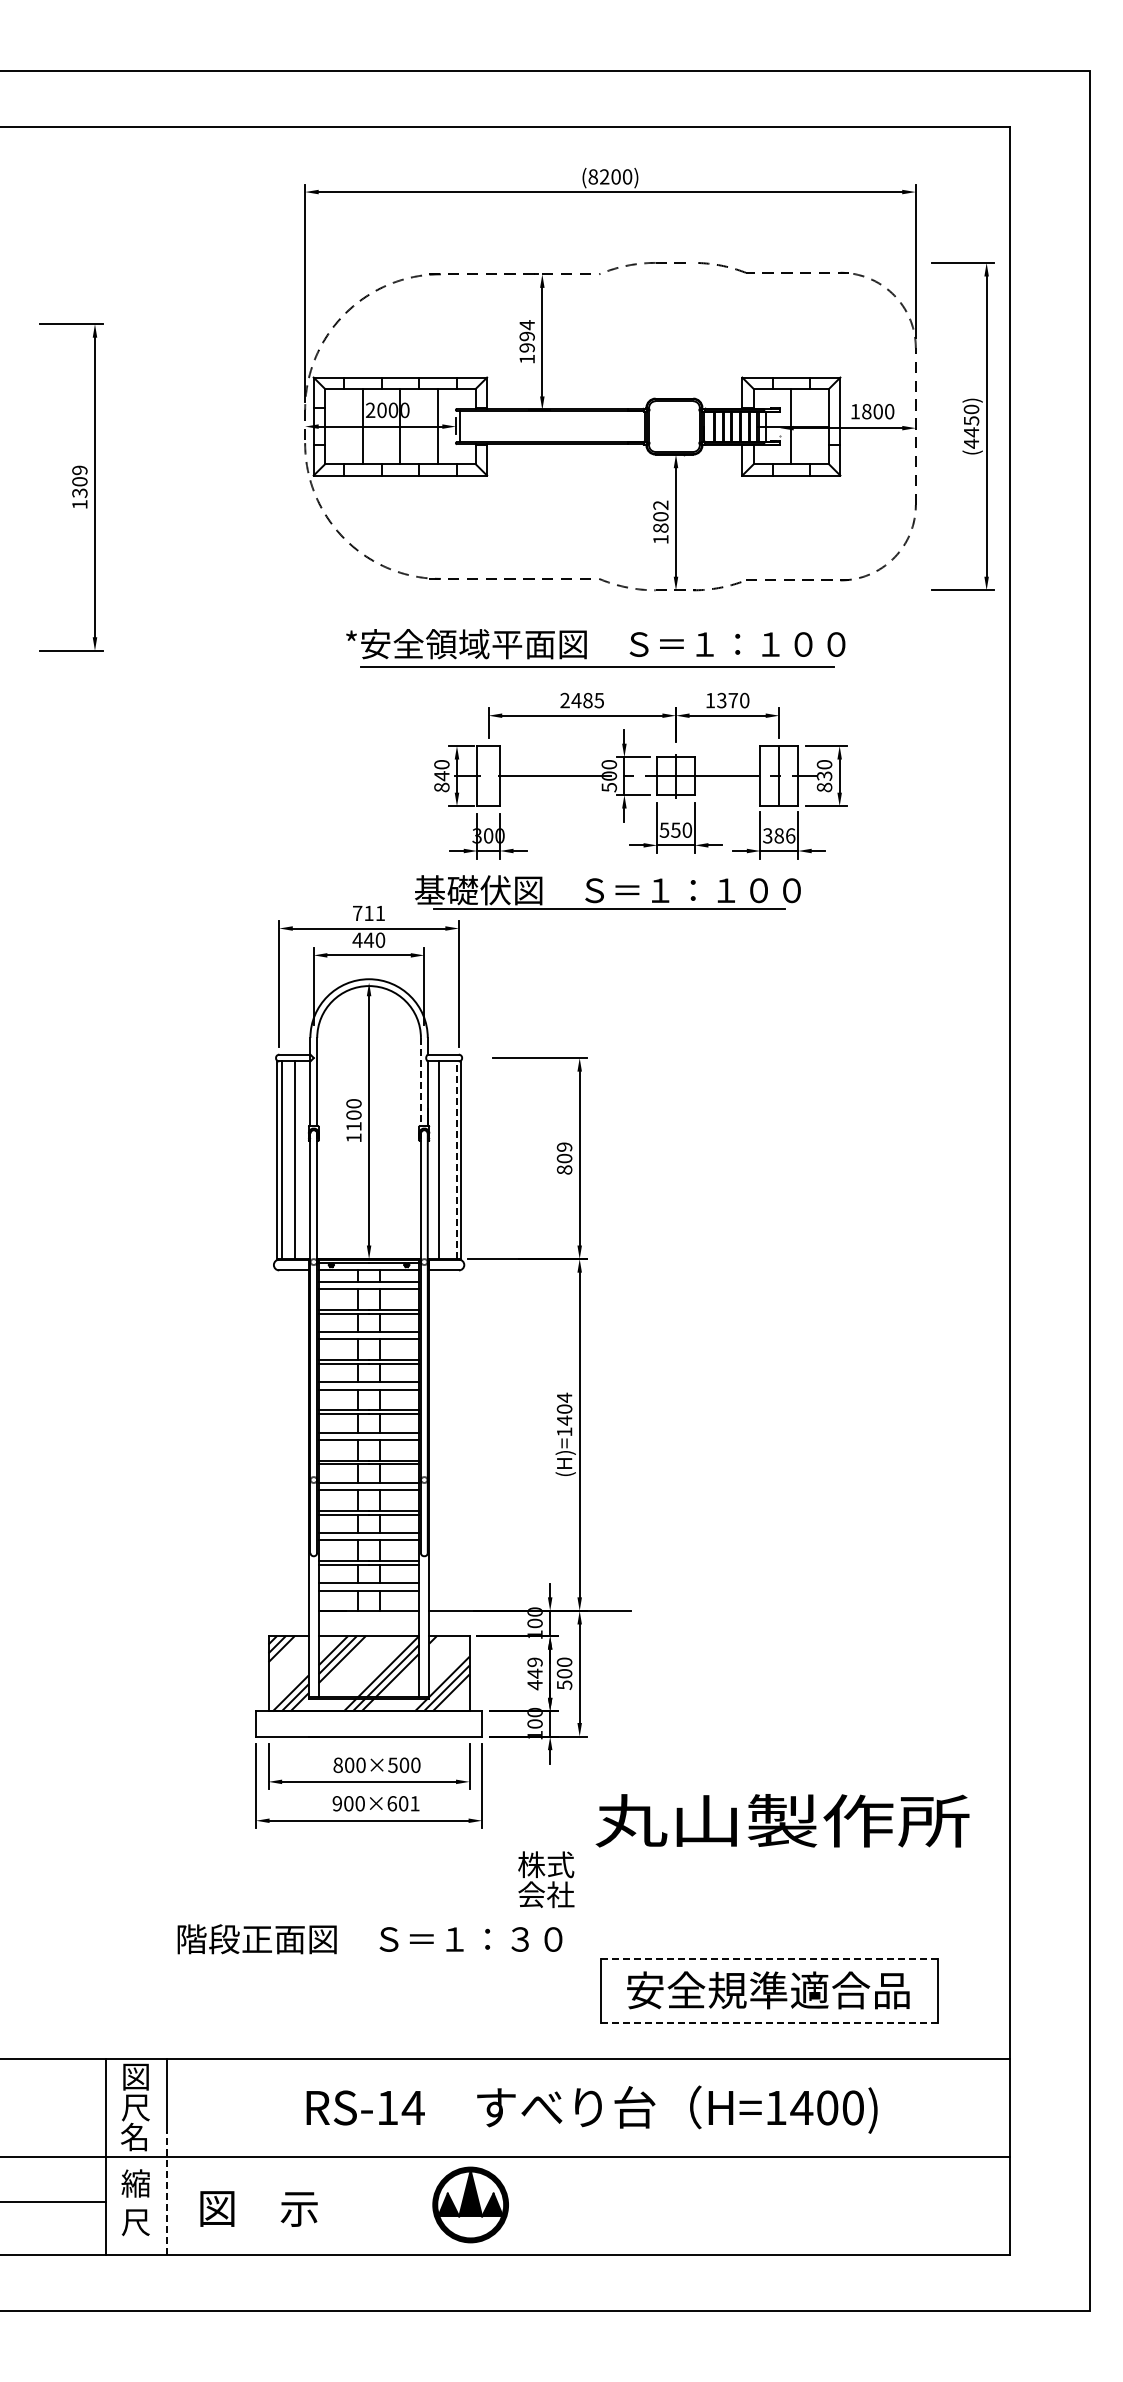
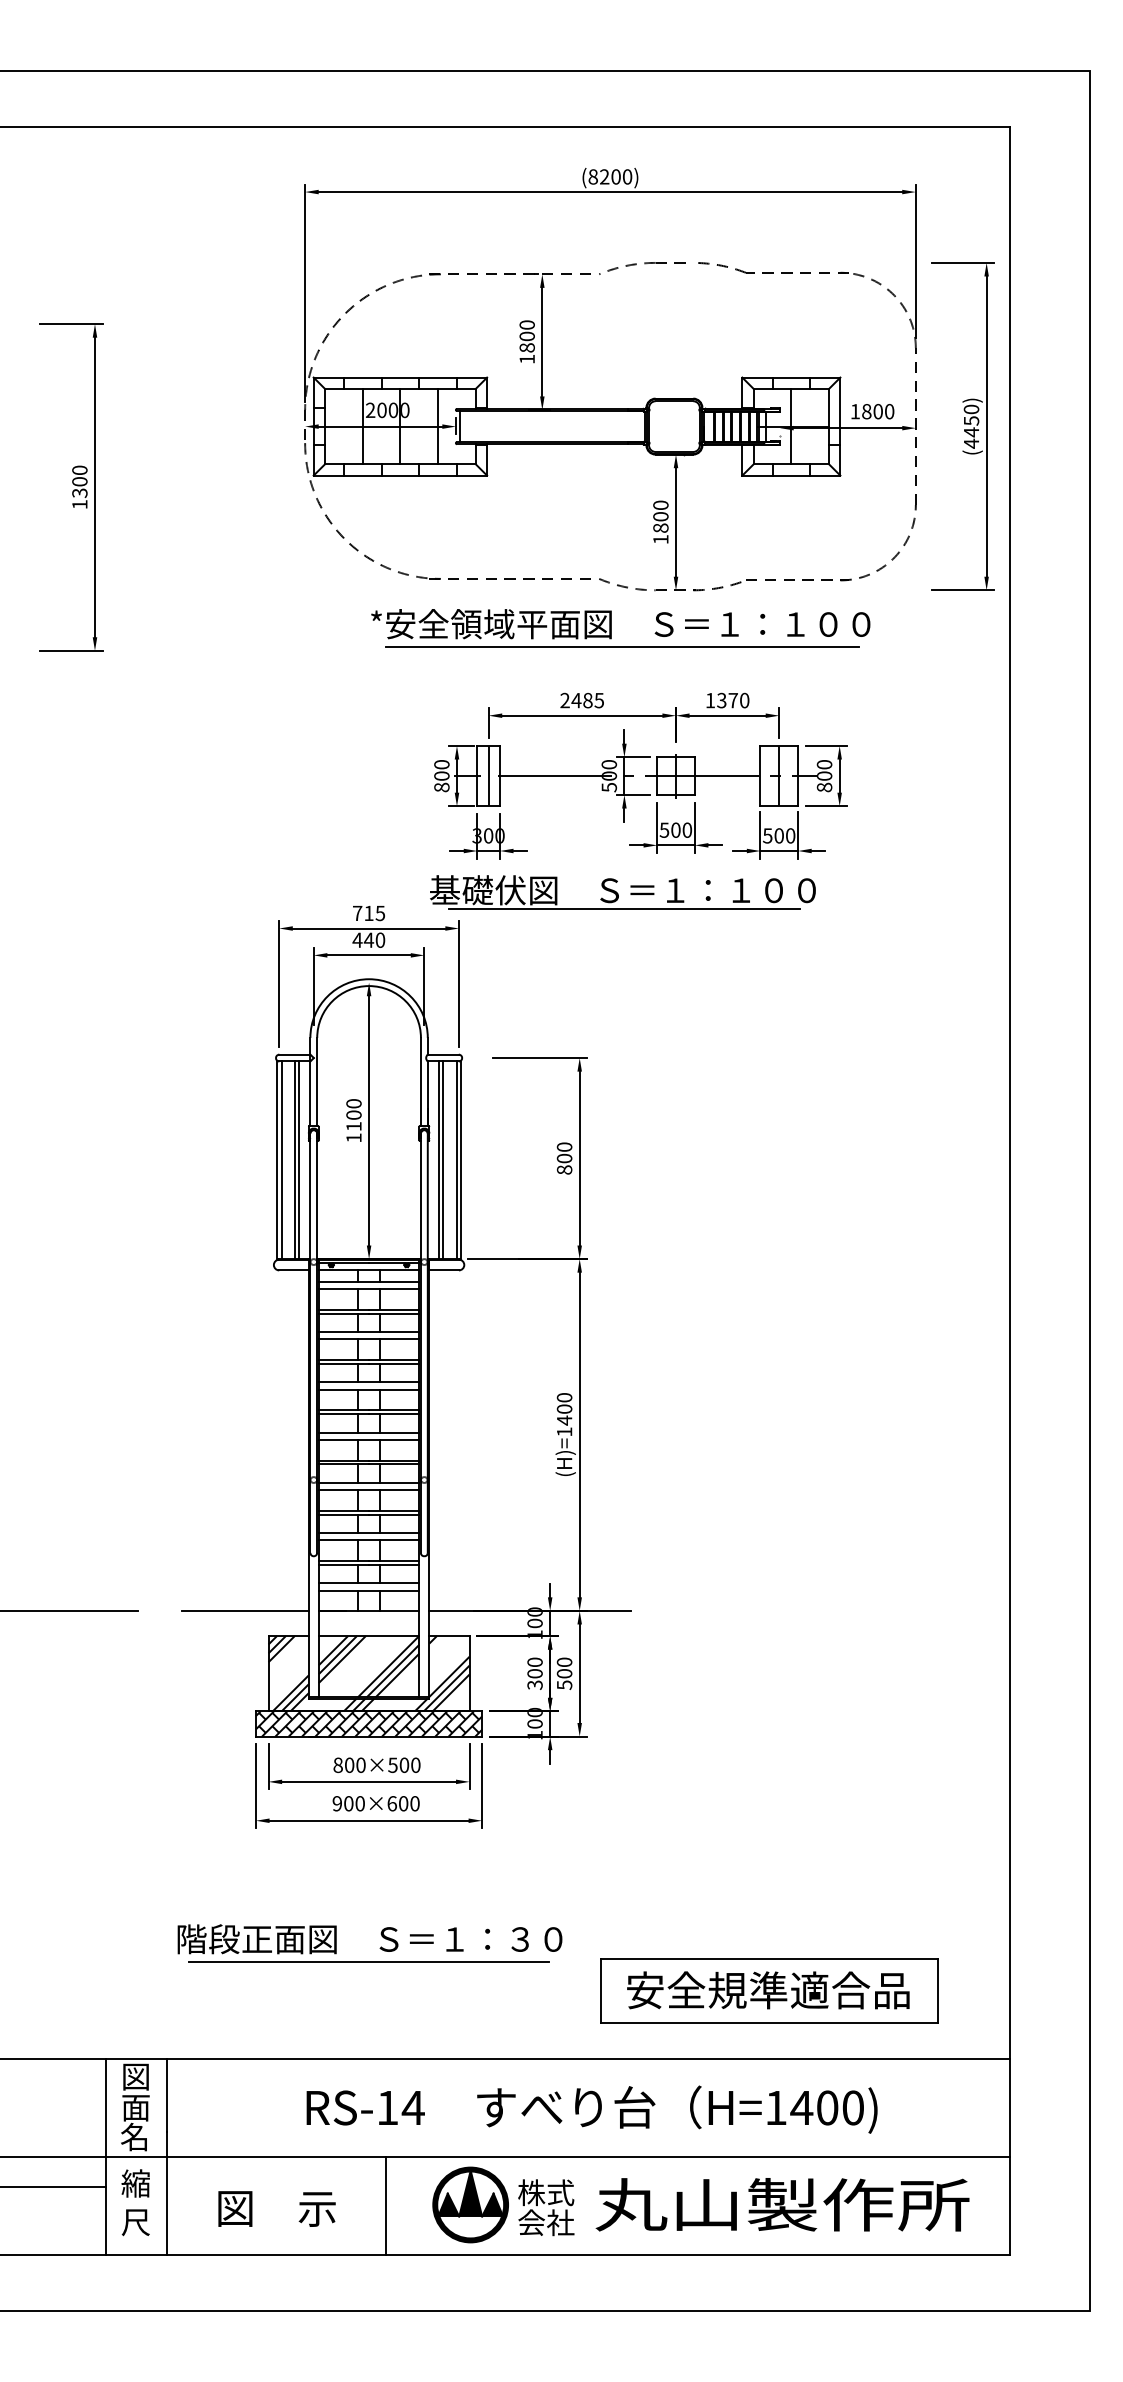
text at (526, 336): 1994 -> 1800
text at (79, 470): 1309 -> 1300
text at (660, 504): 1802 -> 1800
part at (586, 648) position: (586, 648) -> (611, 628)
line at (488, 775): none -> present
text at (824, 775): 830 -> 800
text at (441, 776): 840 -> 800
text at (675, 829): 550 -> 500
text at (779, 835): 386 -> 500
part at (607, 892) position: (607, 892) -> (622, 892)
text at (380, 913): 711 -> 715
line at (420, 1082): dashed -> solid
text at (564, 1146): 809 -> 800
line at (299, 1160): none -> present
line at (443, 1160): none -> present
line at (456, 1160): dashed -> solid
text at (564, 1397): (H)=1404 -> (H)=1400
line at (70, 1610): none -> present
line at (244, 1610): none -> present
text at (534, 1673): 449 -> 300
hatch at (369, 1723): none -> present
text at (414, 1803): 900×601 -> 900×600
text at (782, 1820) position: (782, 1820) -> (782, 2204)
text at (546, 1879) position: (546, 1879) -> (546, 2207)
line at (769, 1959): dashed -> solid
line at (369, 1961): none -> present
line at (769, 2023): dashed -> solid
text at (135, 2107): 尺 -> 面
line at (166, 2193): dashed -> solid
line at (53, 2201) position: (53, 2201) -> (53, 2186)
line at (386, 2205): none -> present
text at (258, 2208) position: (258, 2208) -> (276, 2208)
